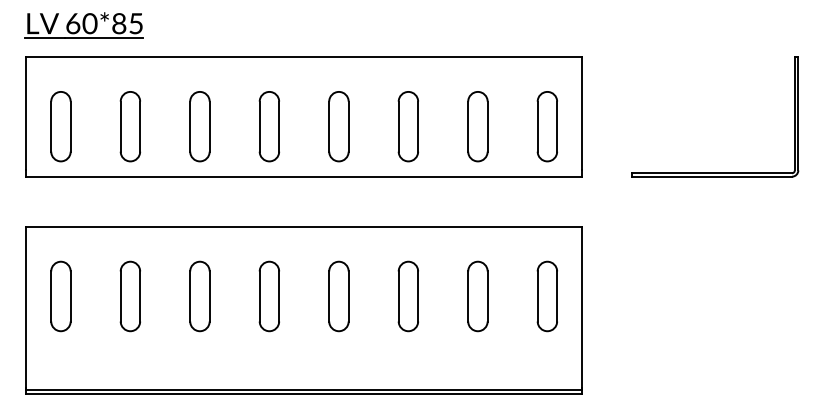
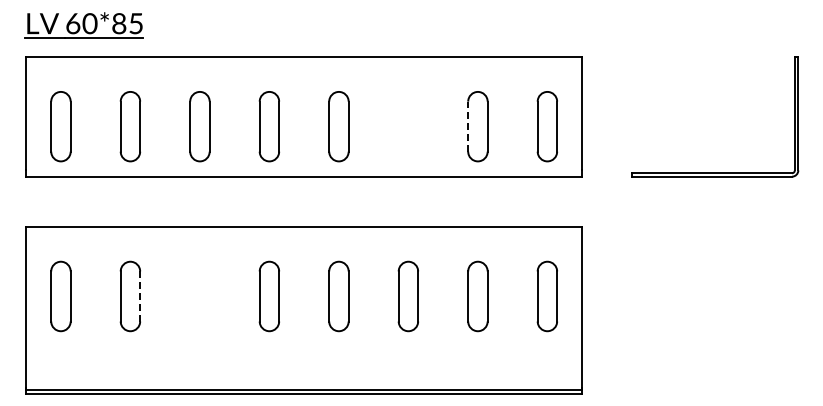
part at (407, 126): present -> none
line at (468, 126): solid -> dashed
line at (140, 296): solid -> dashed
part at (199, 296): present -> none
